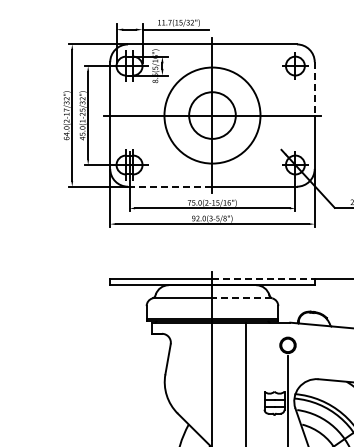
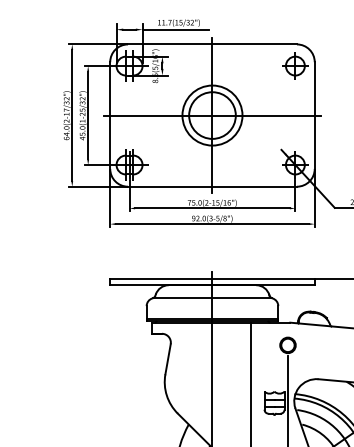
line at (314, 88): dashed -> solid
circle at (212, 115) diameter: 96 px -> 60 px
line at (170, 186): dashed -> solid
line at (264, 278): dashed -> solid
line at (242, 298): dashed -> solid
line at (245, 382) position: (245, 382) -> (250, 382)
